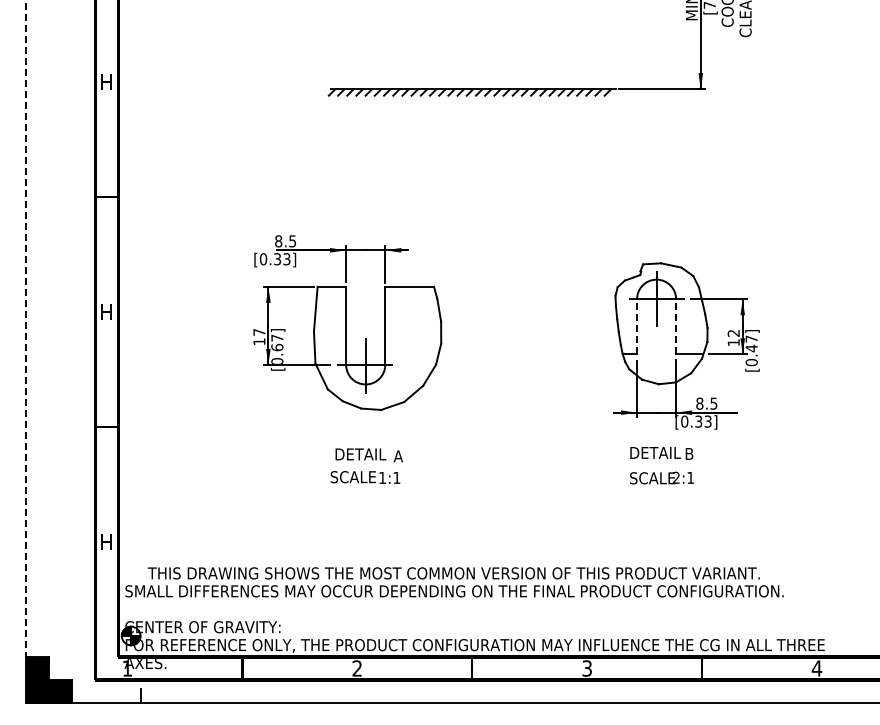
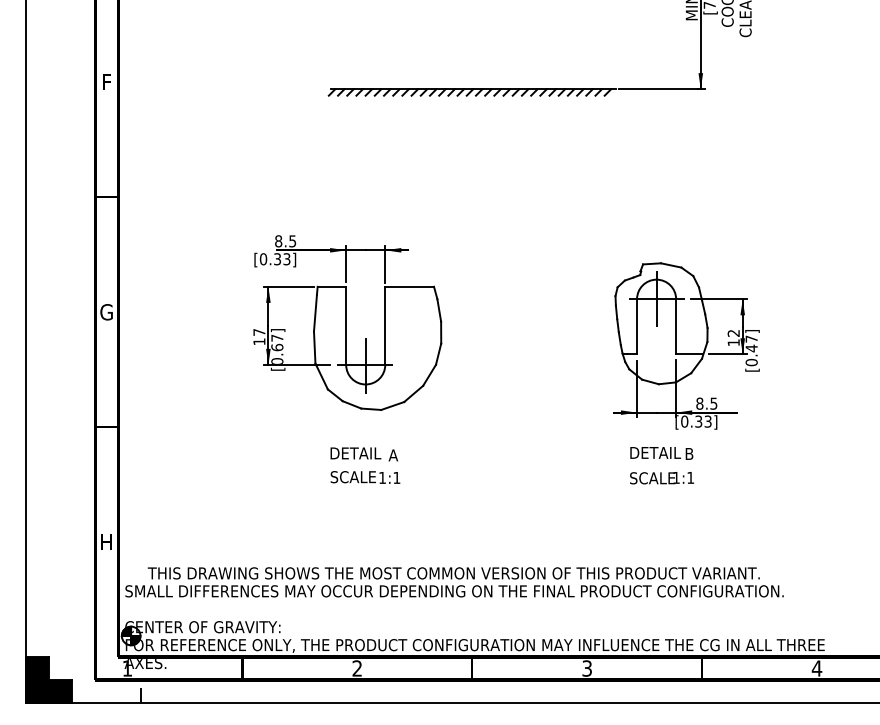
text at (106, 81): H -> F
text at (106, 312): H -> G
line at (637, 326): dashed -> solid
line at (676, 326): dashed -> solid
line at (26, 351): dashed -> solid
text at (368, 455) position: (368, 455) -> (363, 454)
text at (676, 477): 2:1 -> 1:1
